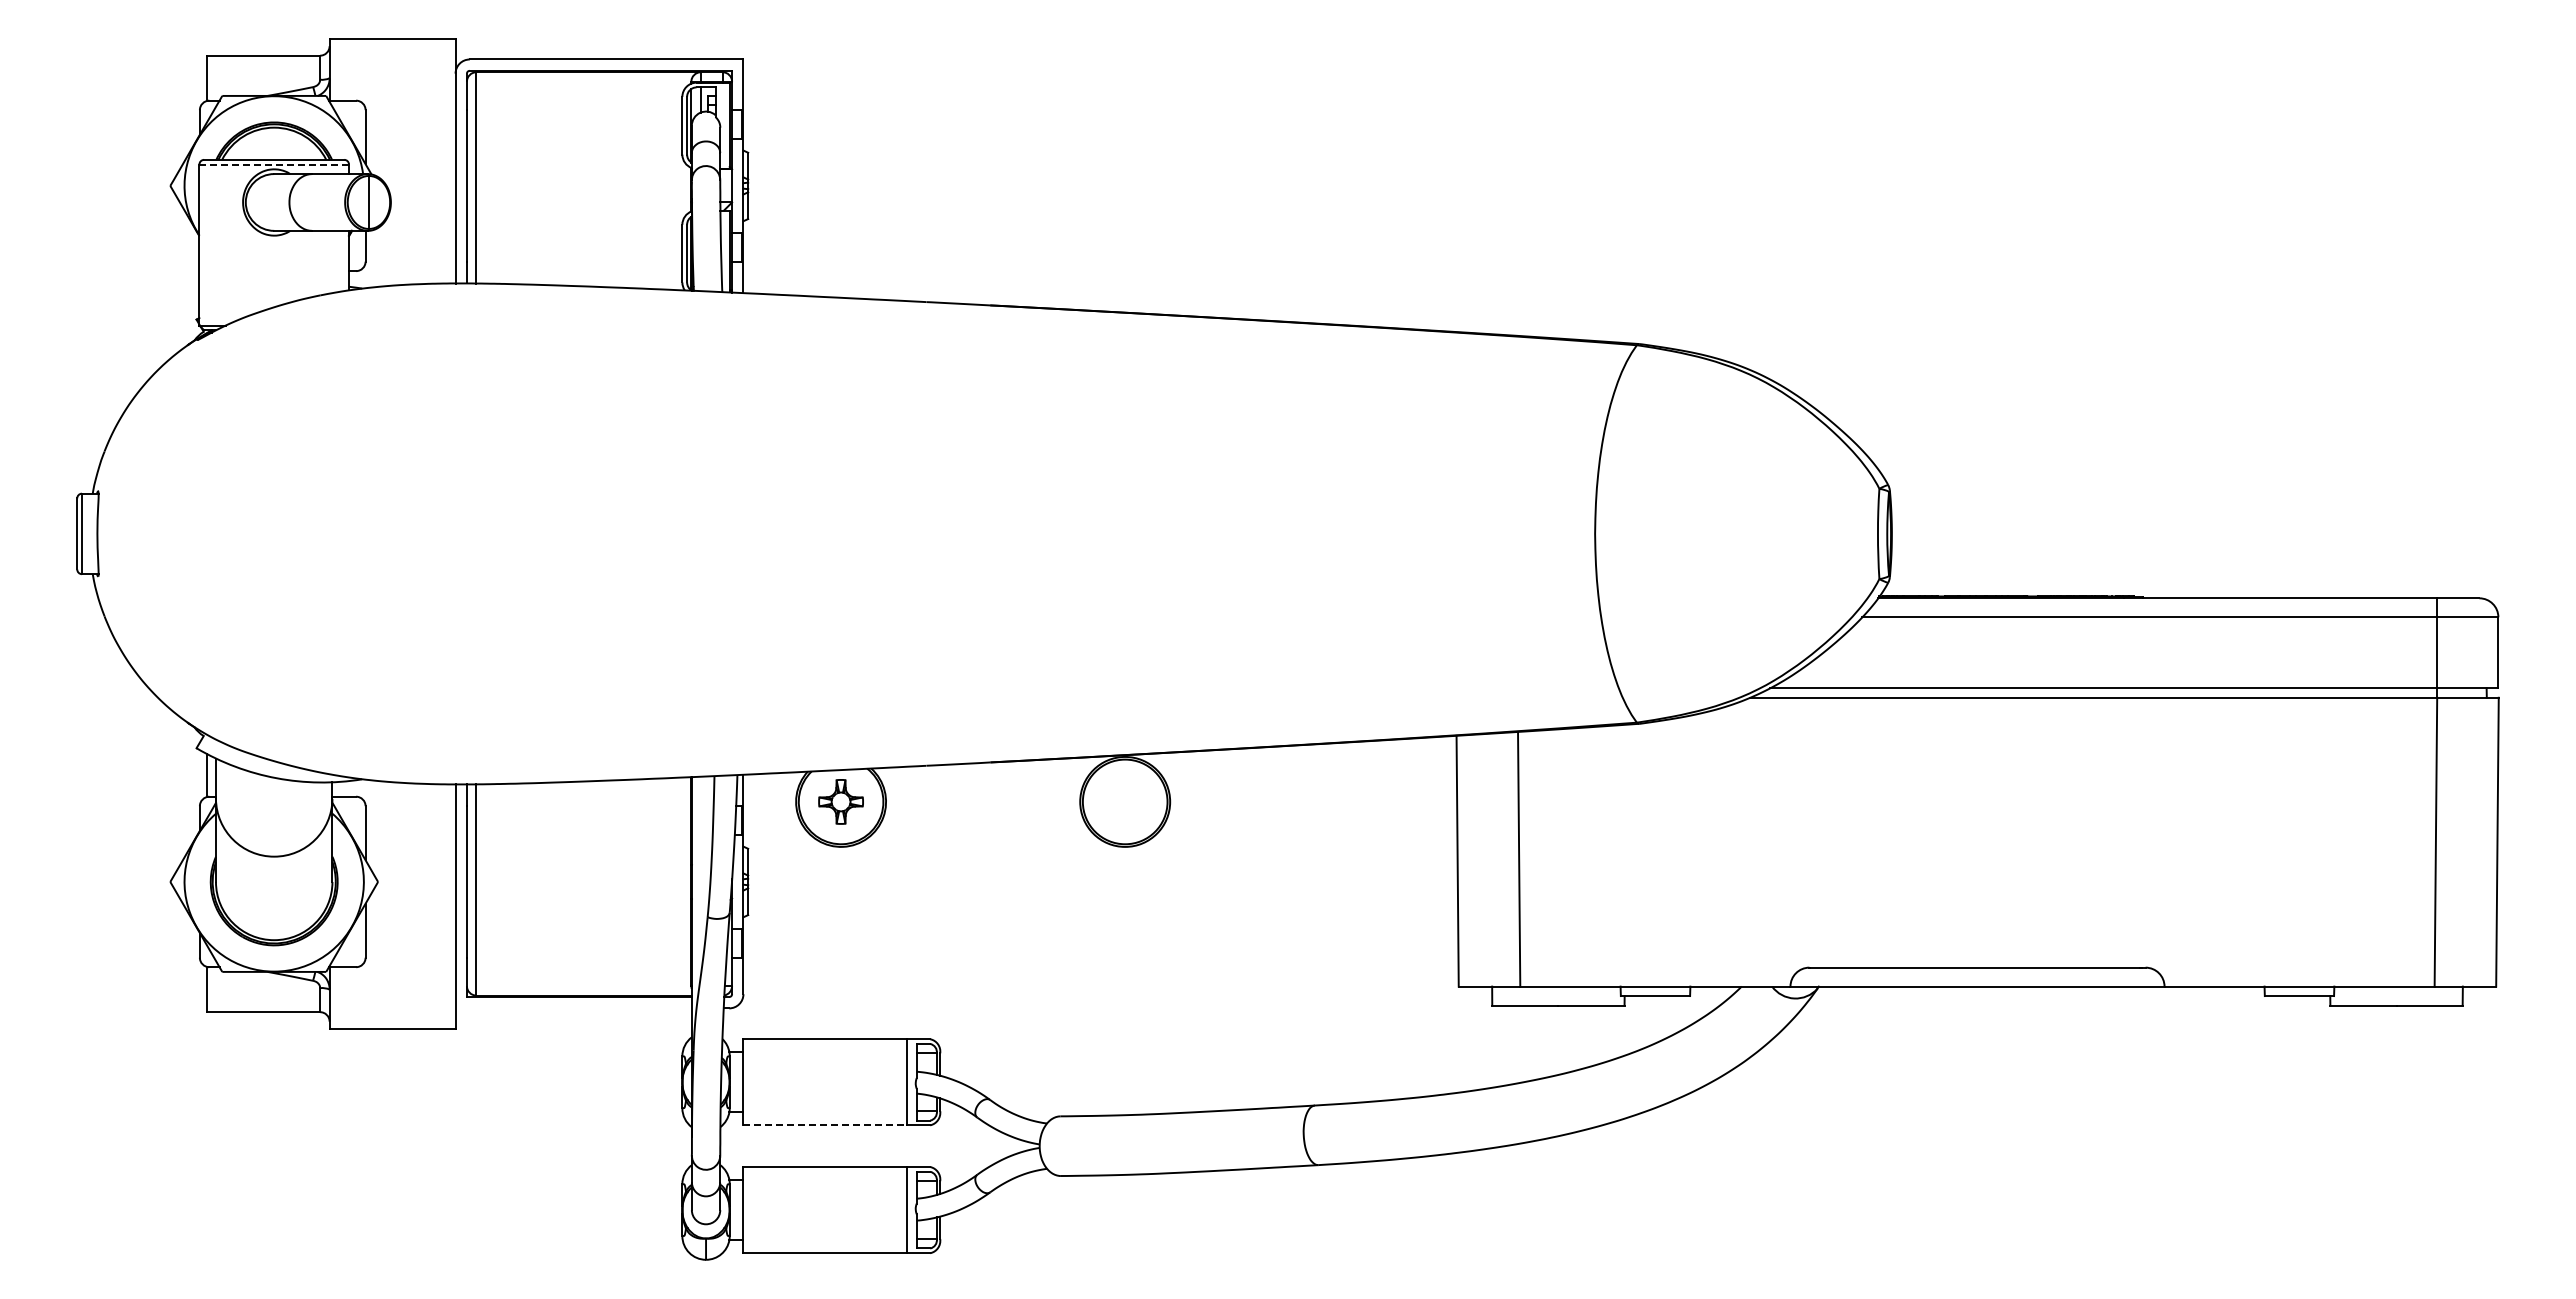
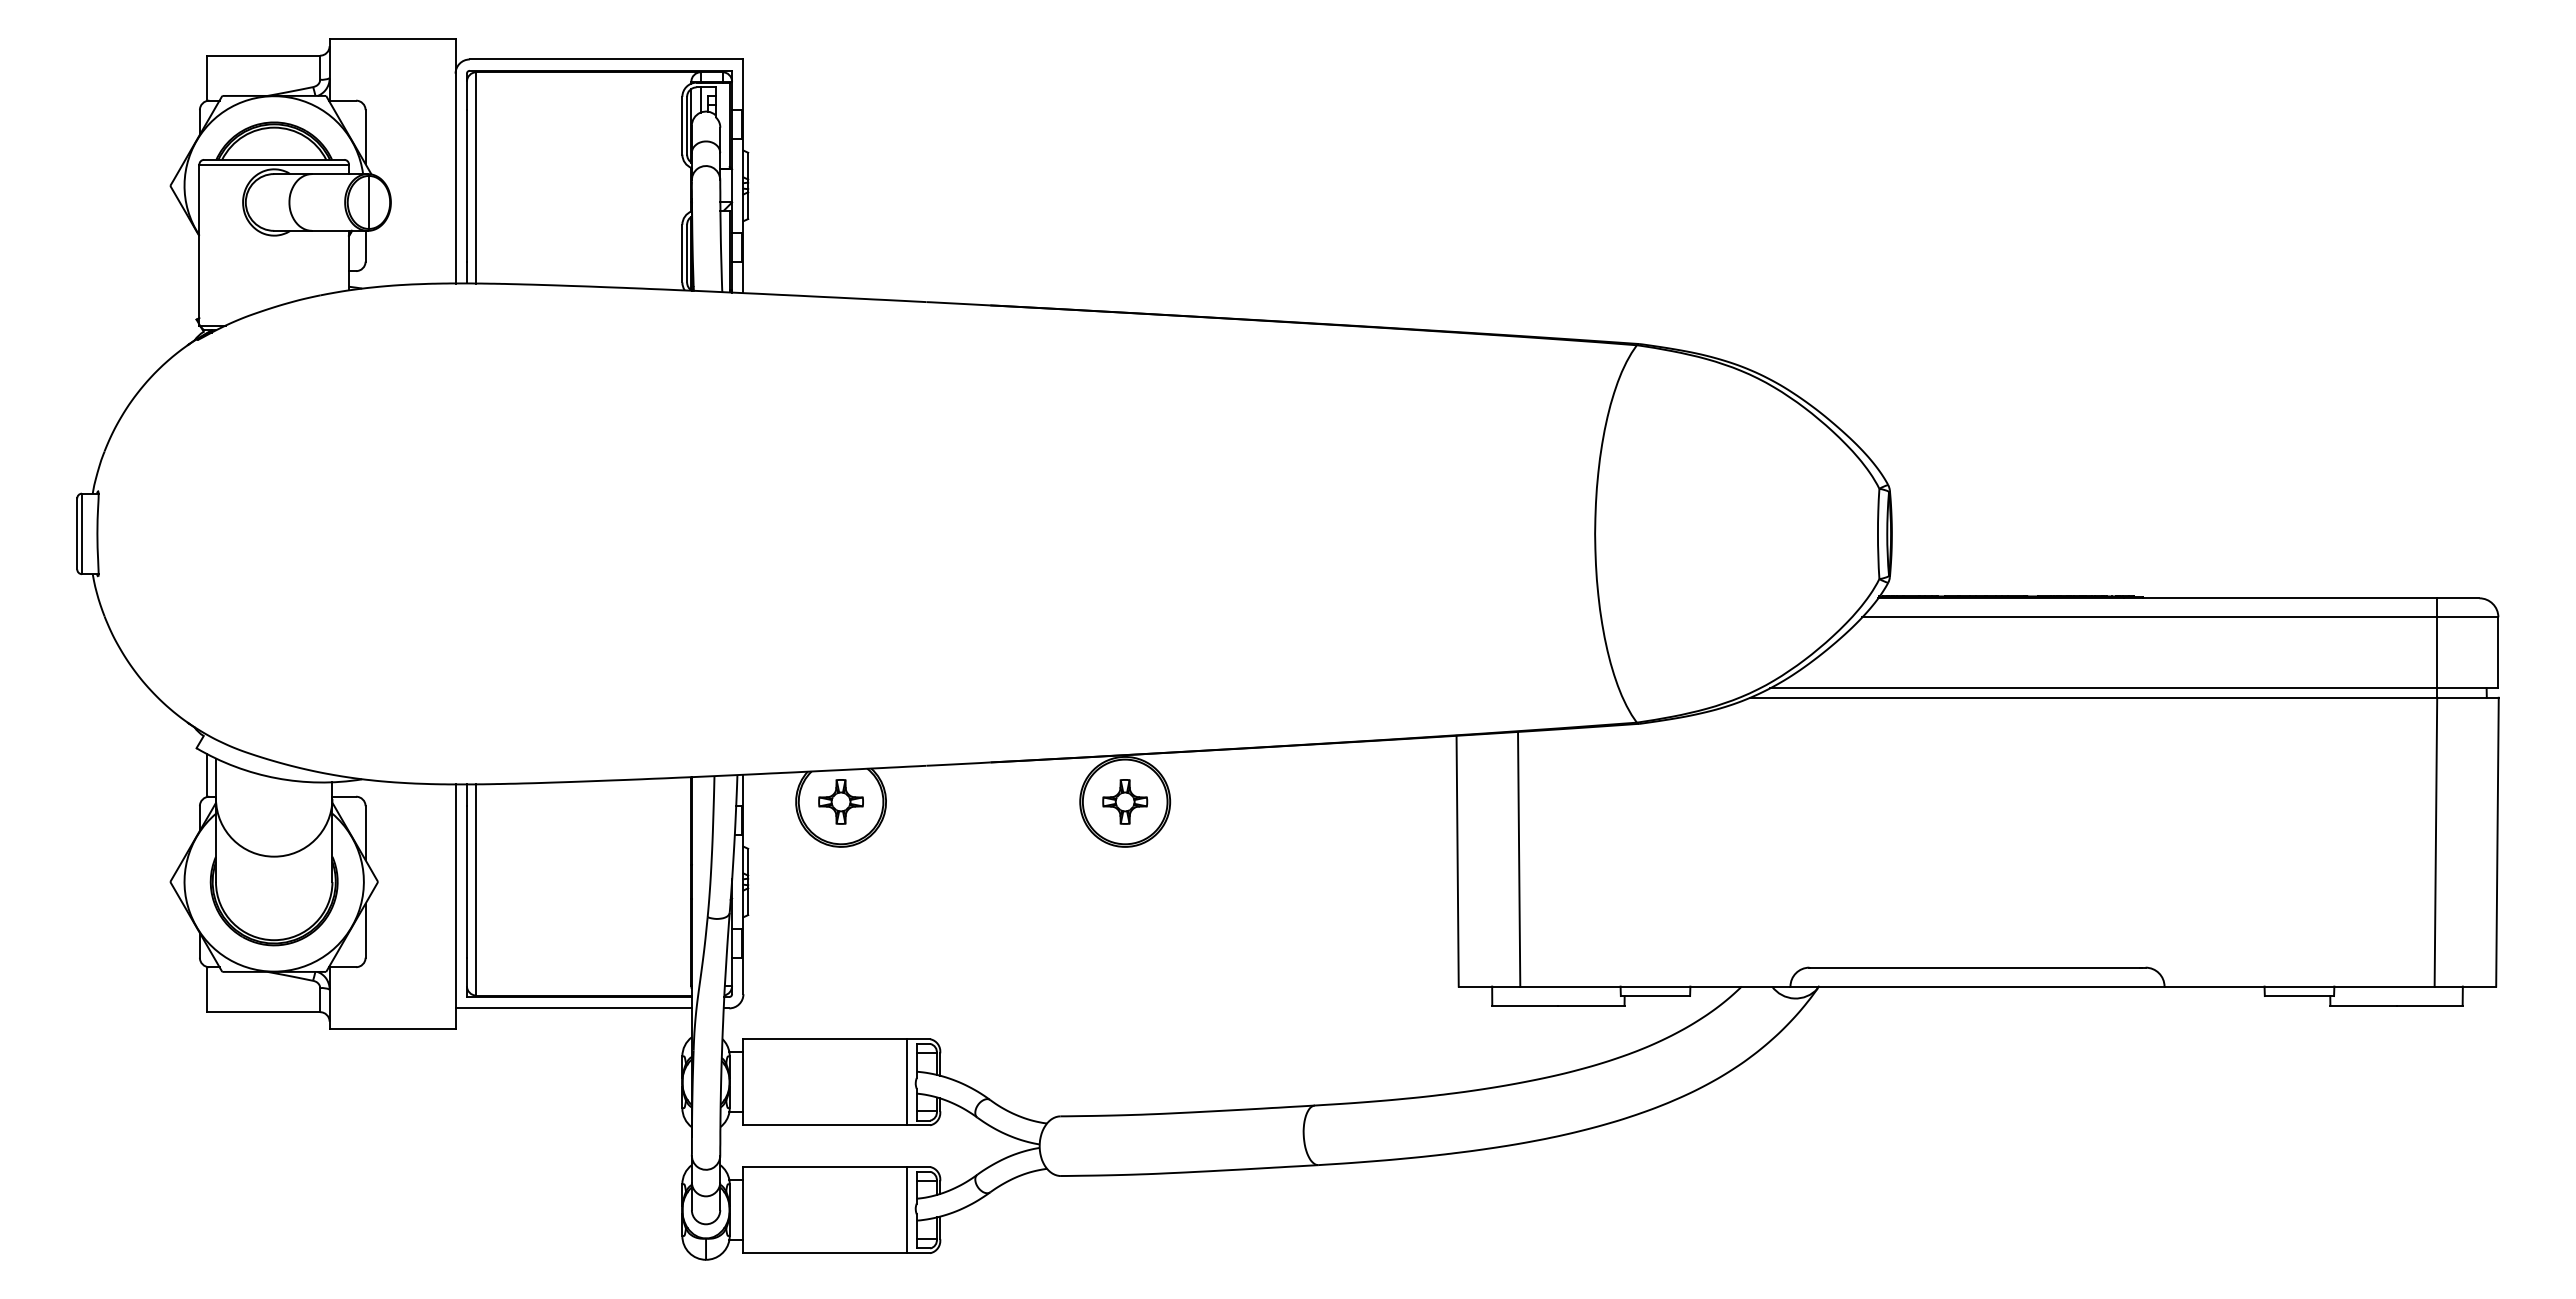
line at (274, 164): dashed -> solid
part at (1125, 801): none -> present
line at (573, 1008): none -> present
line at (825, 1125): dashed -> solid
